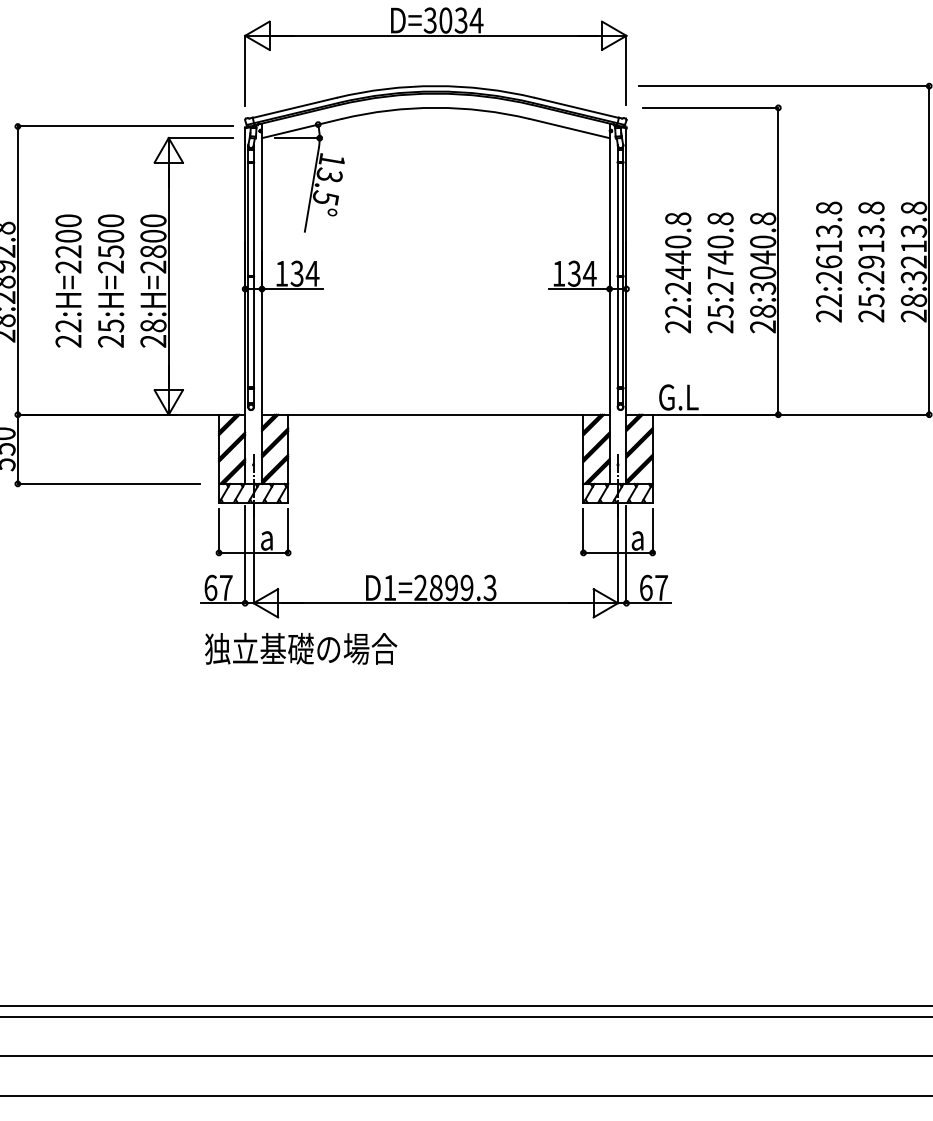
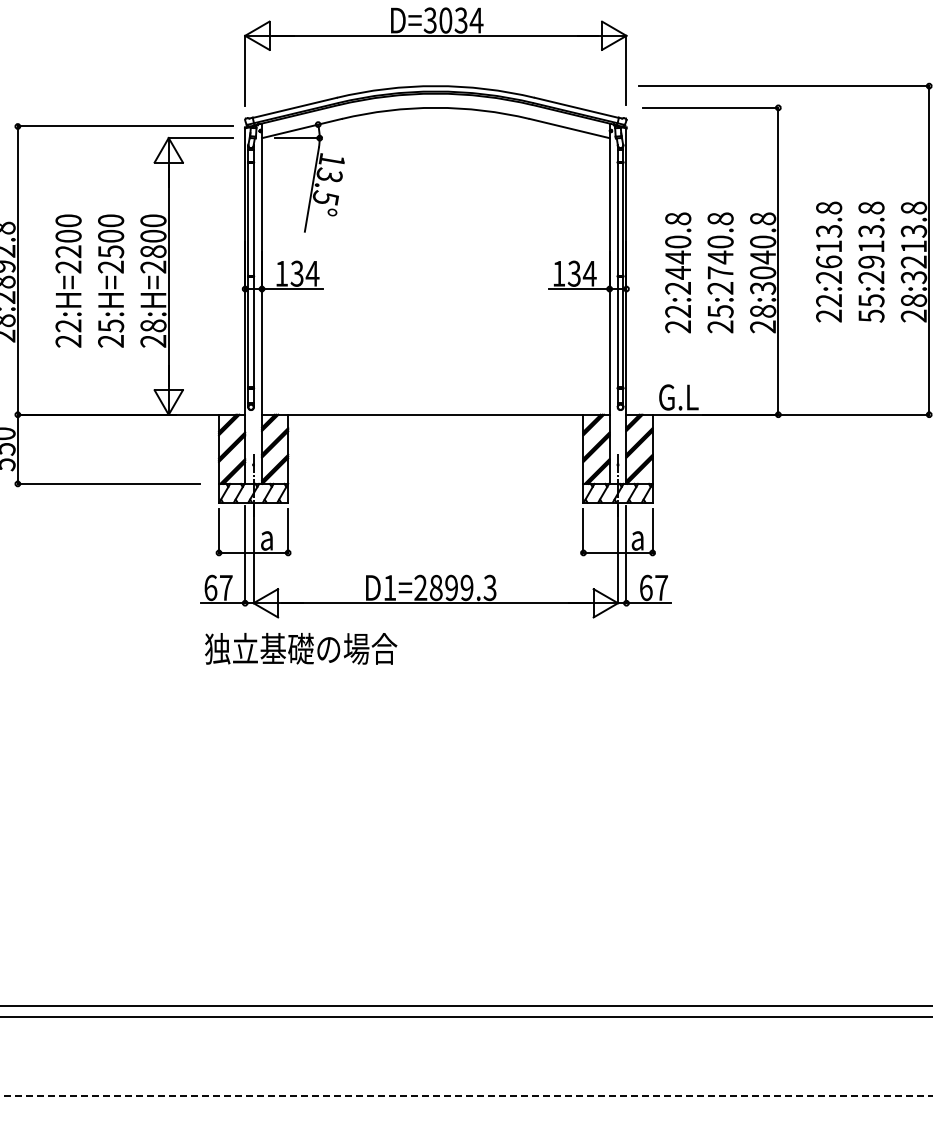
text at (871, 315): 25:2913.8 -> 55:2913.8
line at (465, 1056): present -> none
line at (466, 1096): solid -> dashed
